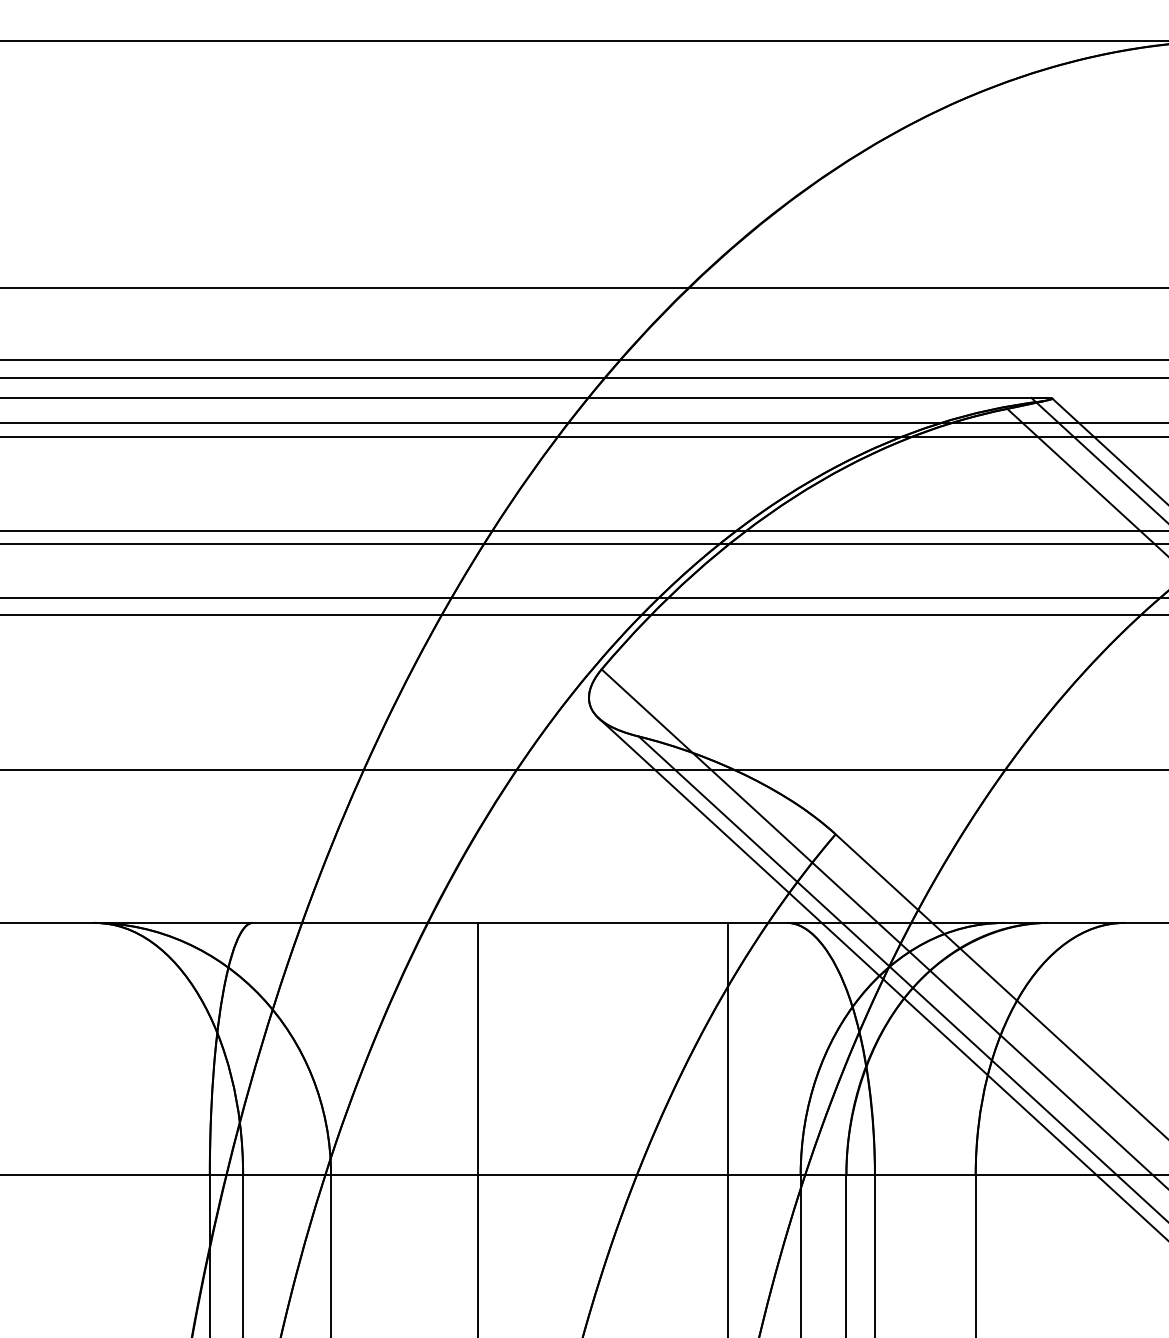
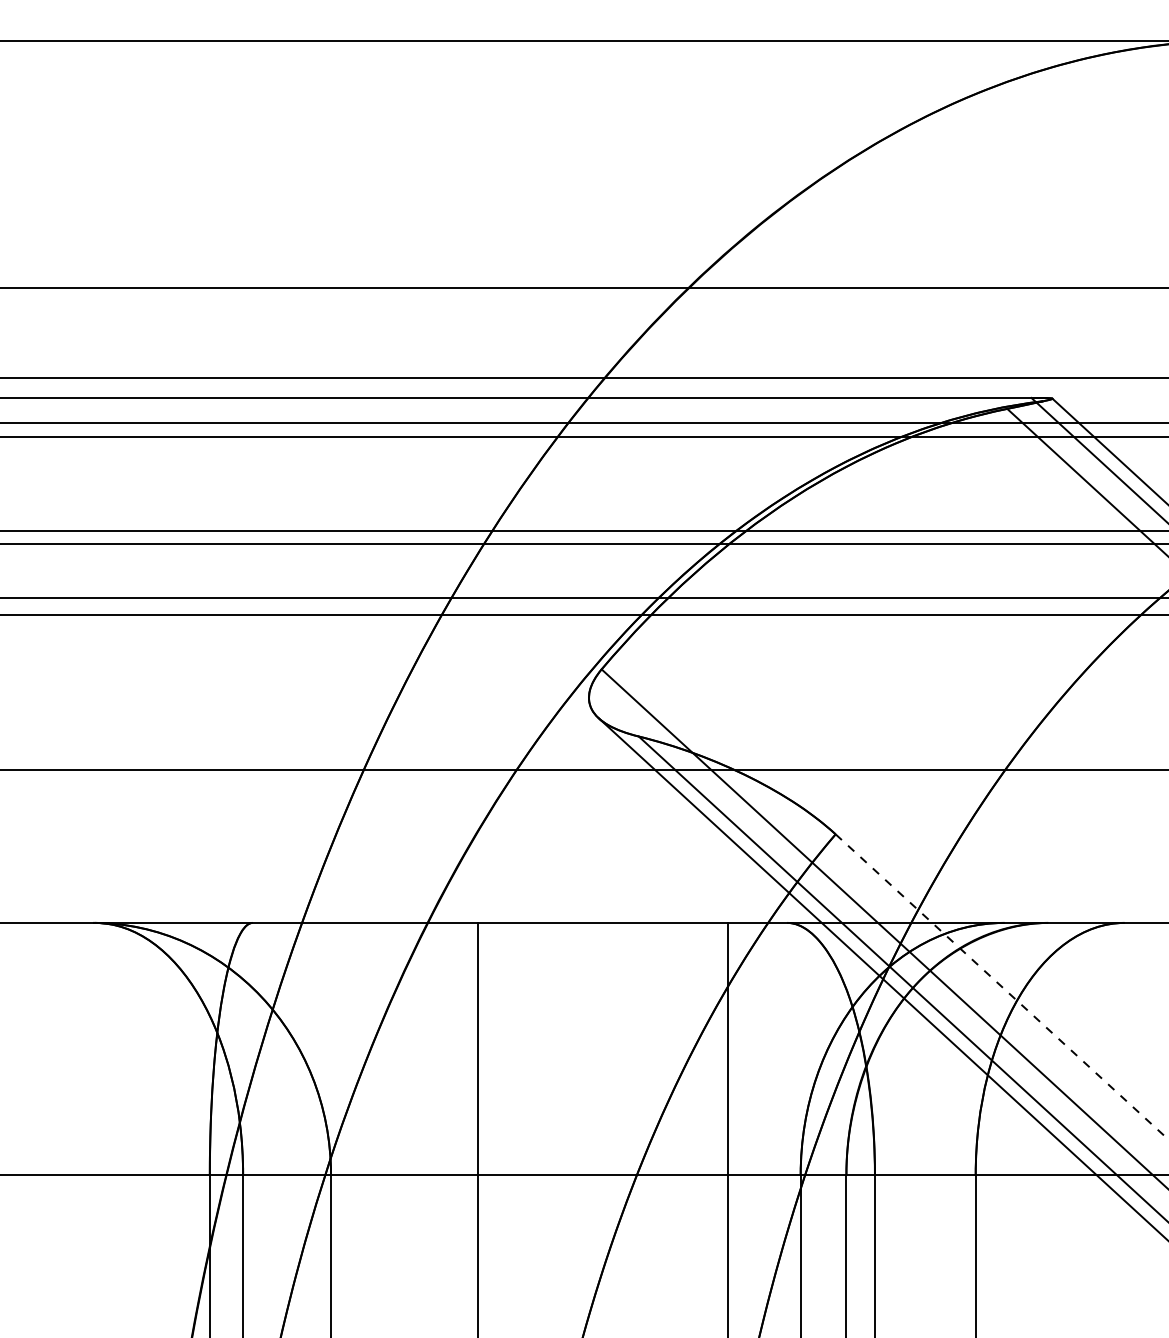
line at (583, 359): present -> none
line at (1002, 987): solid -> dashed
